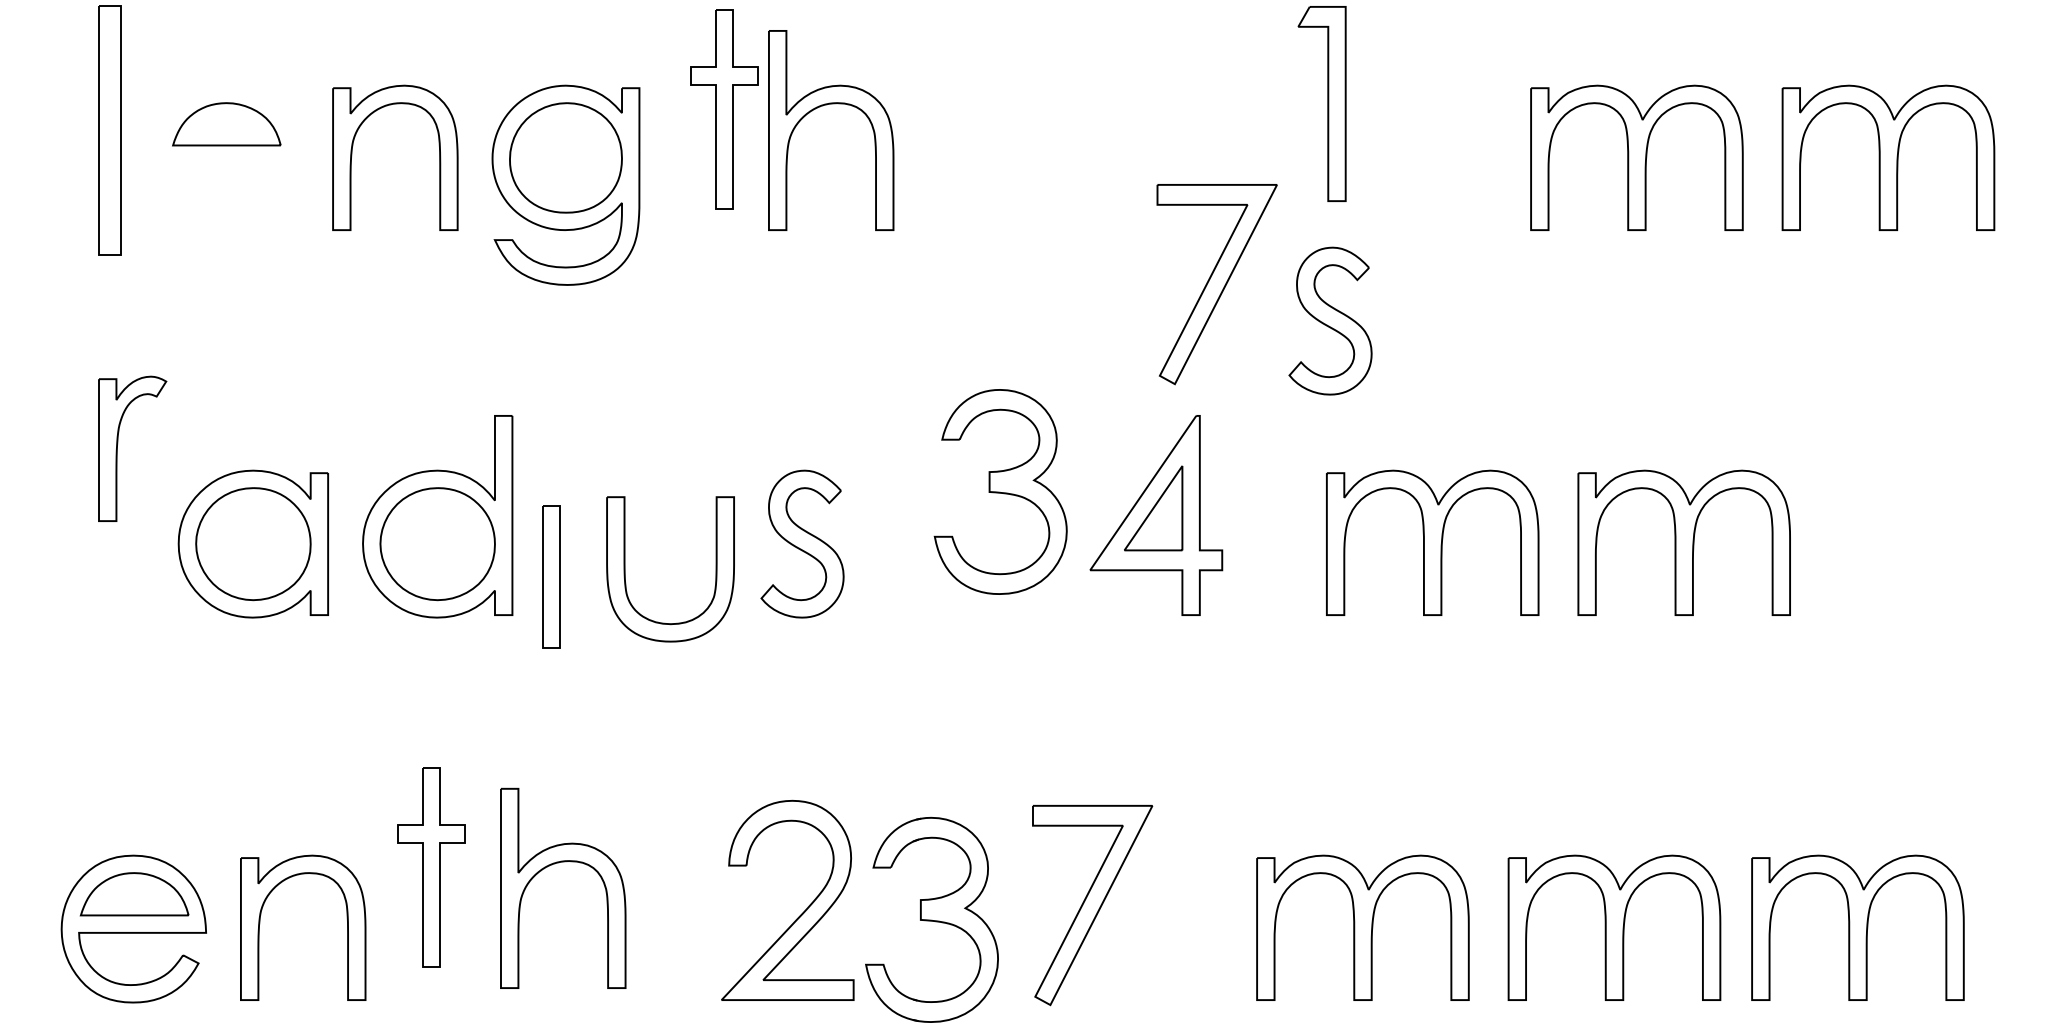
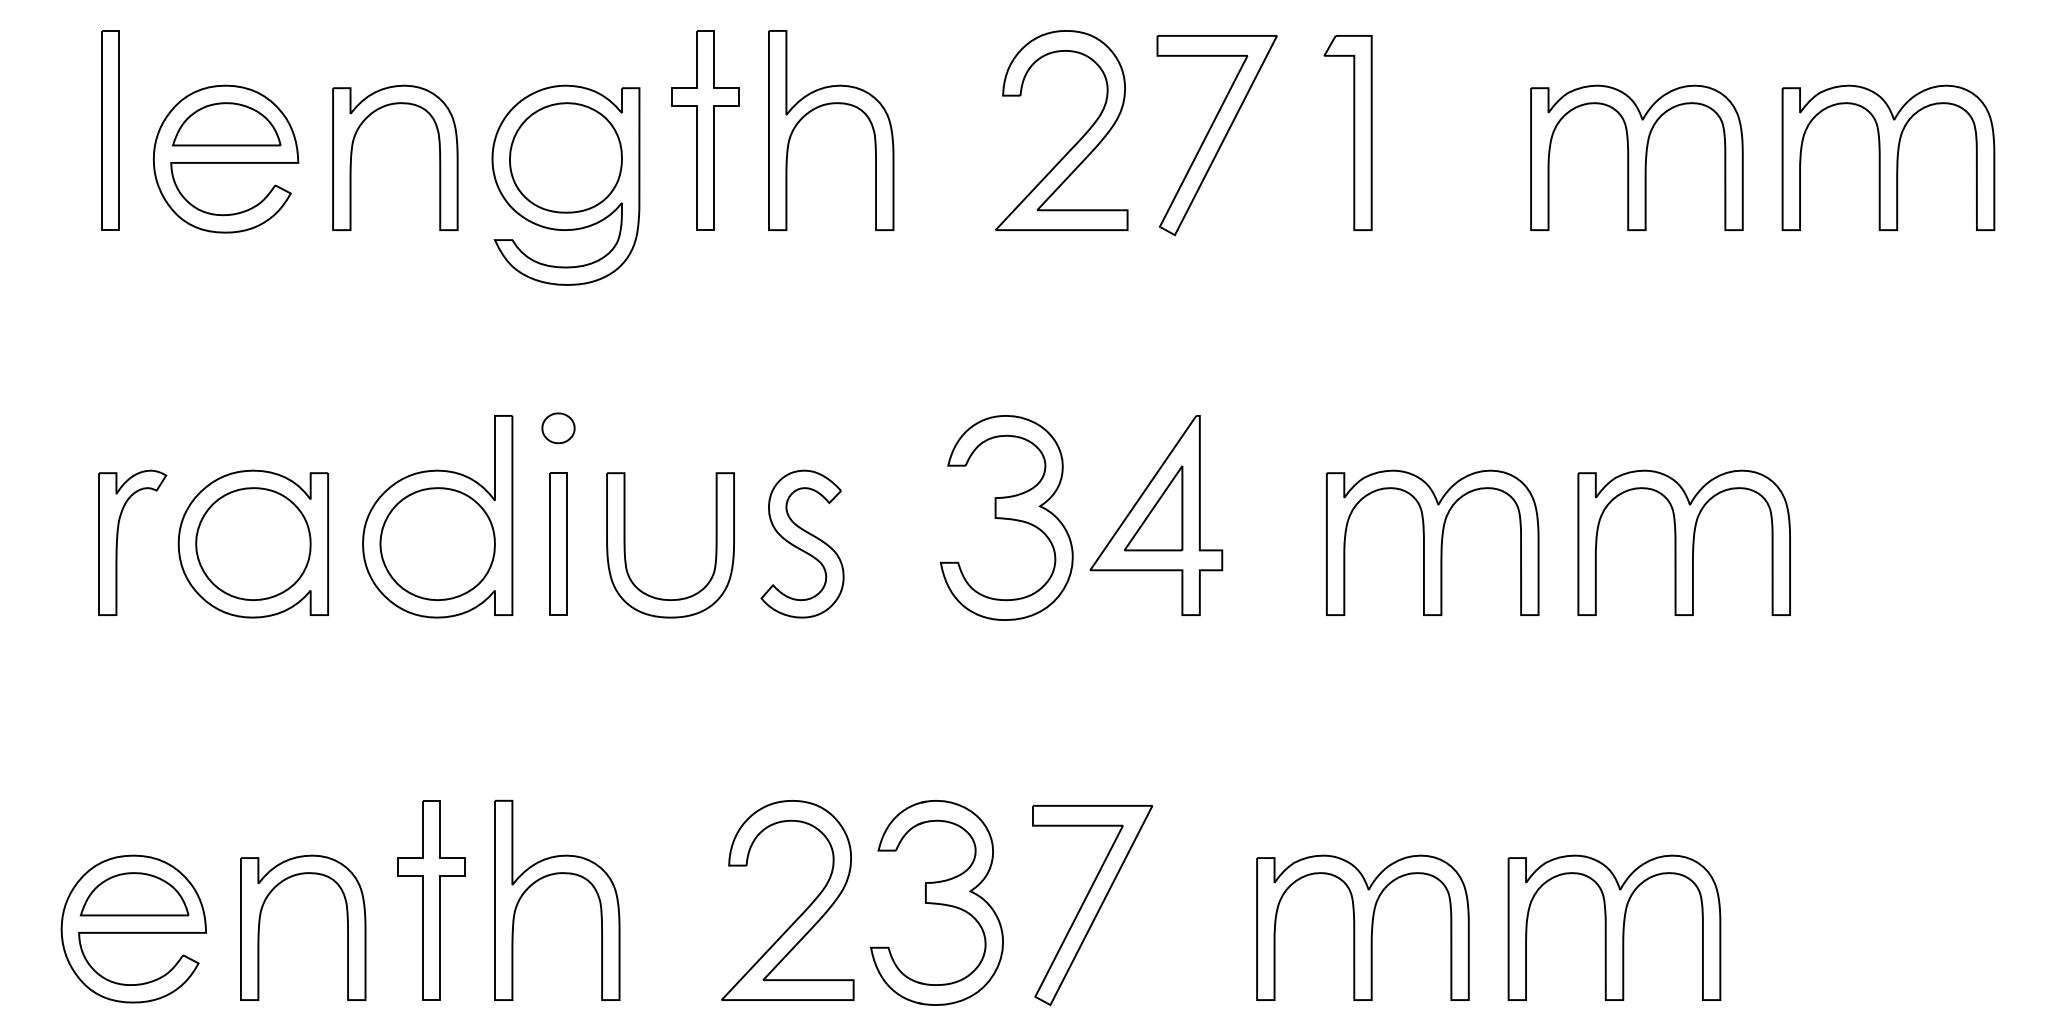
curve at (1327, 103) position: (1327, 103) -> (1353, 132)
curve at (716, 109) position: (716, 109) -> (697, 130)
part at (109, 130) size: 24x251 px -> 19x201 px
part at (1075, 143): none -> present
part at (225, 158): none -> present
part at (1216, 284) position: (1216, 284) -> (1216, 135)
part at (1330, 320): present -> none
part at (558, 428): none -> present
part at (118, 443) position: (118, 443) -> (118, 537)
part at (1000, 491) position: (1000, 491) -> (1006, 517)
part at (625, 569) position: (625, 569) -> (625, 545)
part at (551, 576) position: (551, 576) -> (558, 543)
part at (558, 863) position: (558, 863) -> (552, 875)
part at (431, 867) position: (431, 867) -> (431, 900)
part at (931, 919) position: (931, 919) -> (936, 902)
part at (1857, 927): present -> none
